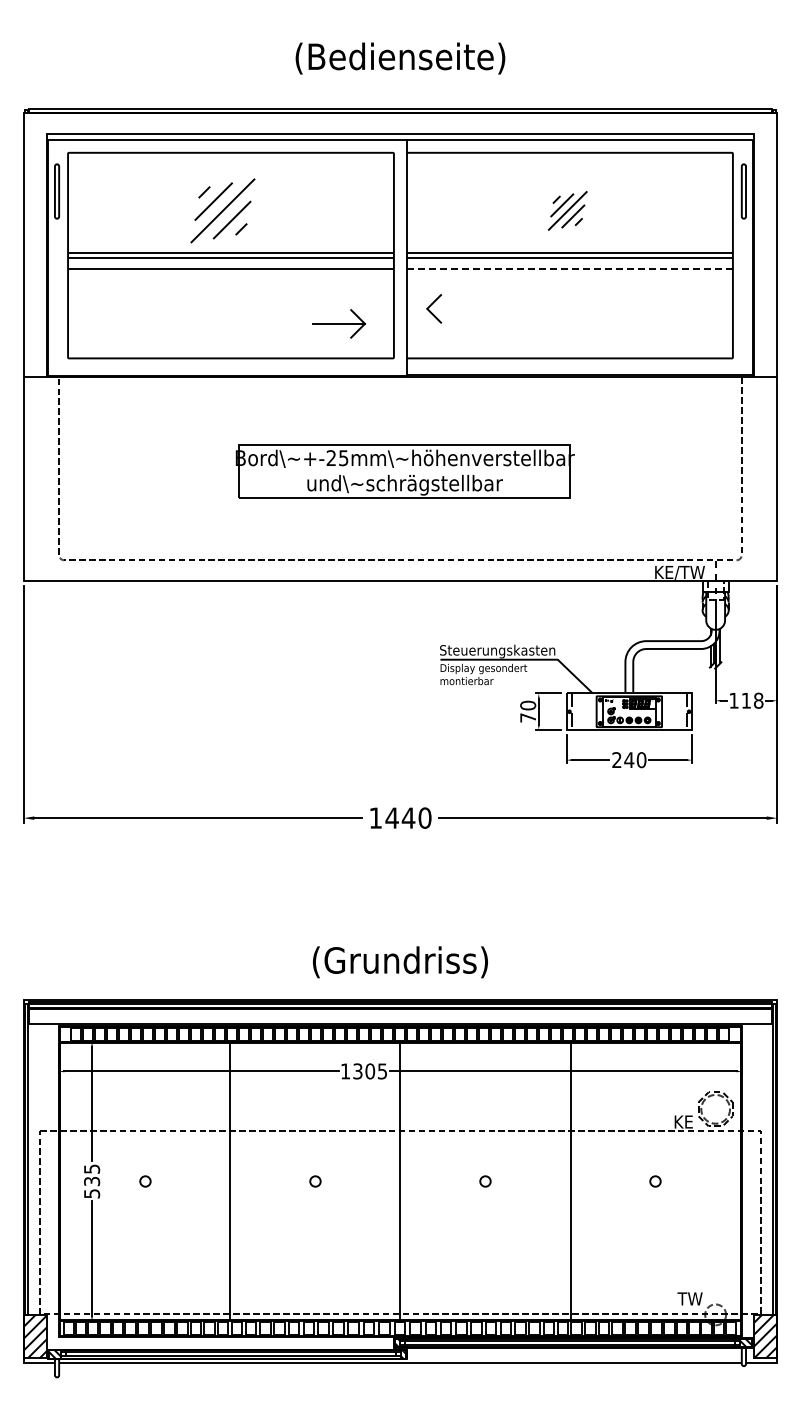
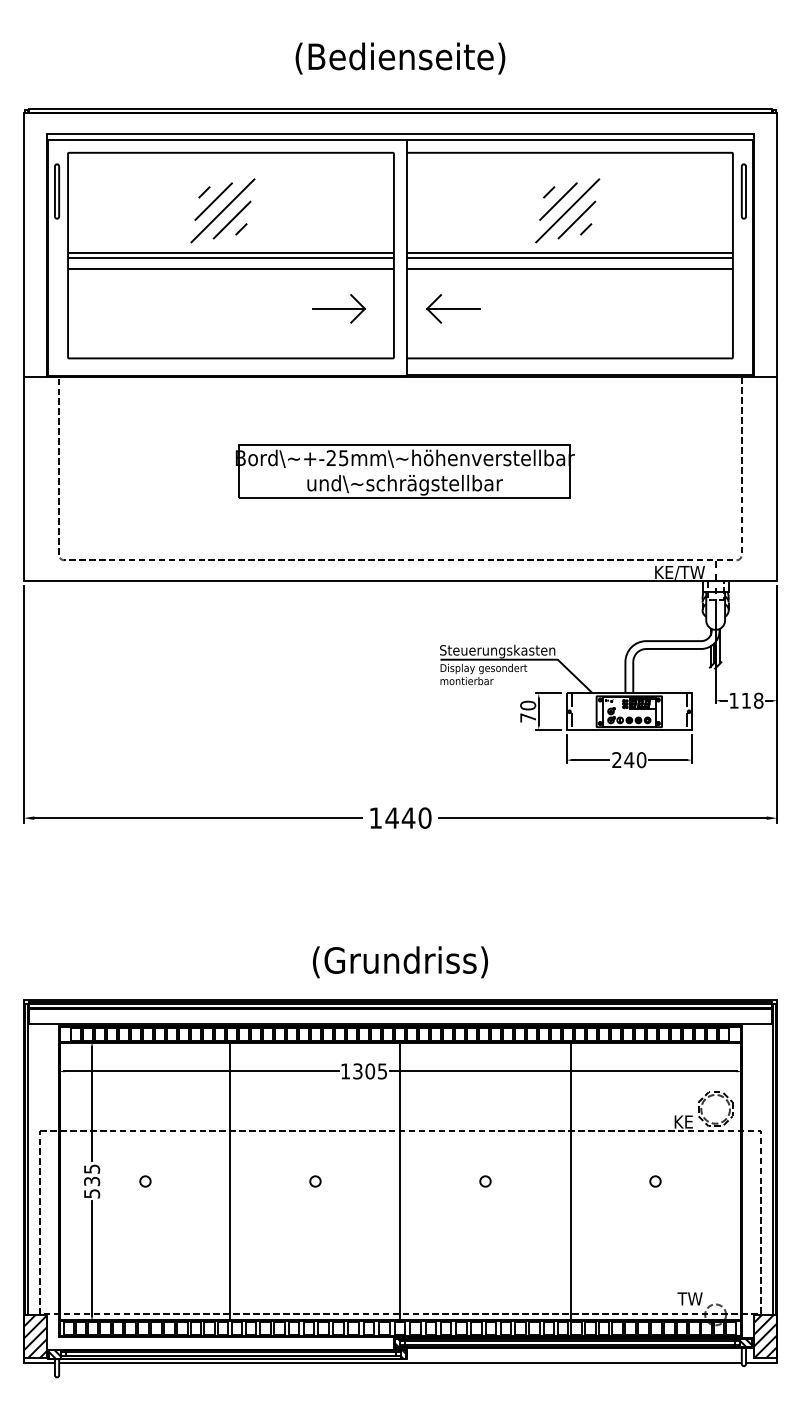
part at (567, 210) size: 41x40 px -> 66x66 px
line at (569, 269): dashed -> solid
line at (453, 308): none -> present
part at (338, 323) position: (338, 323) -> (338, 308)
